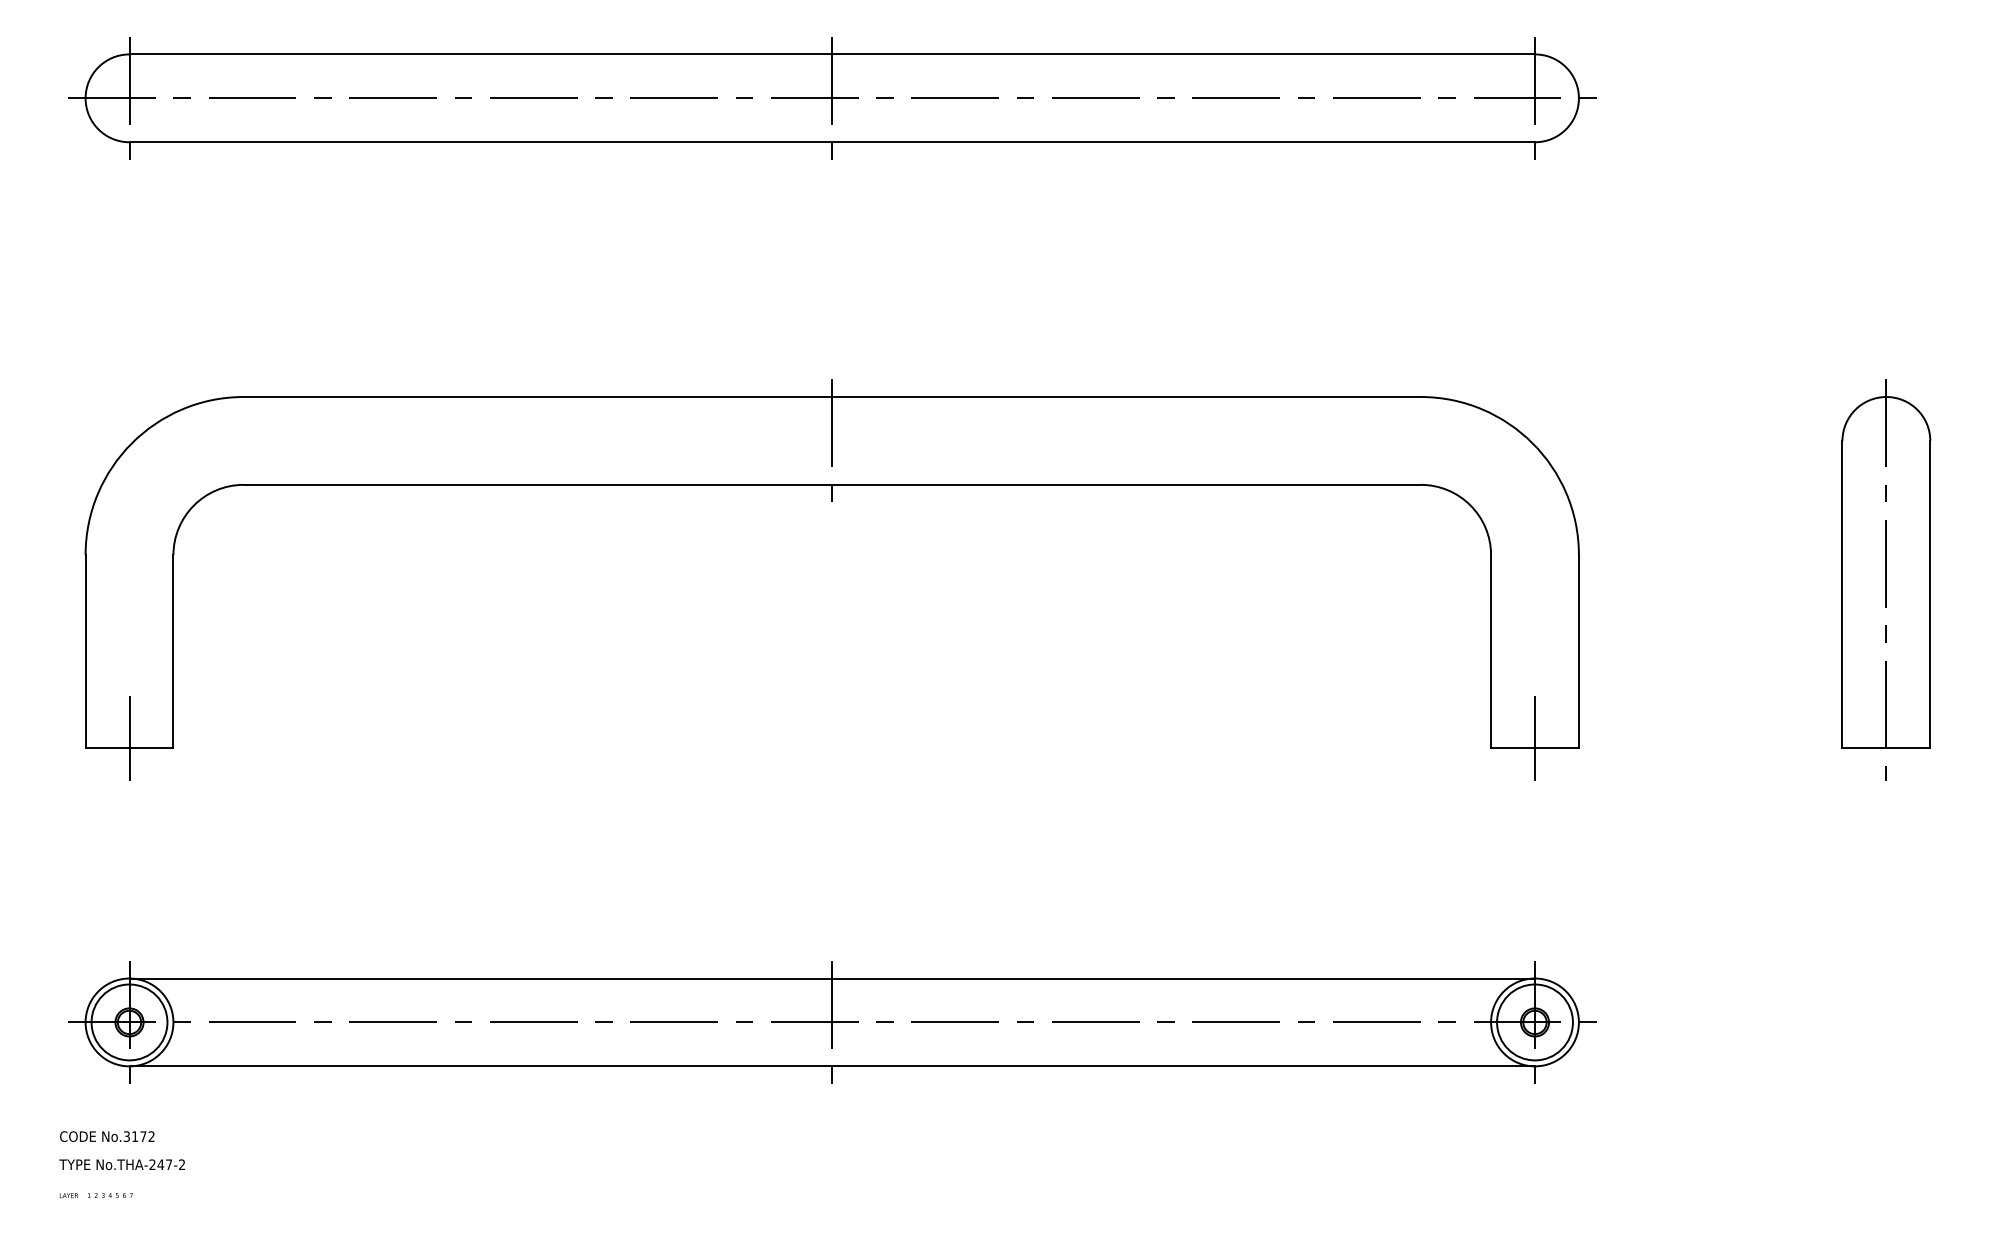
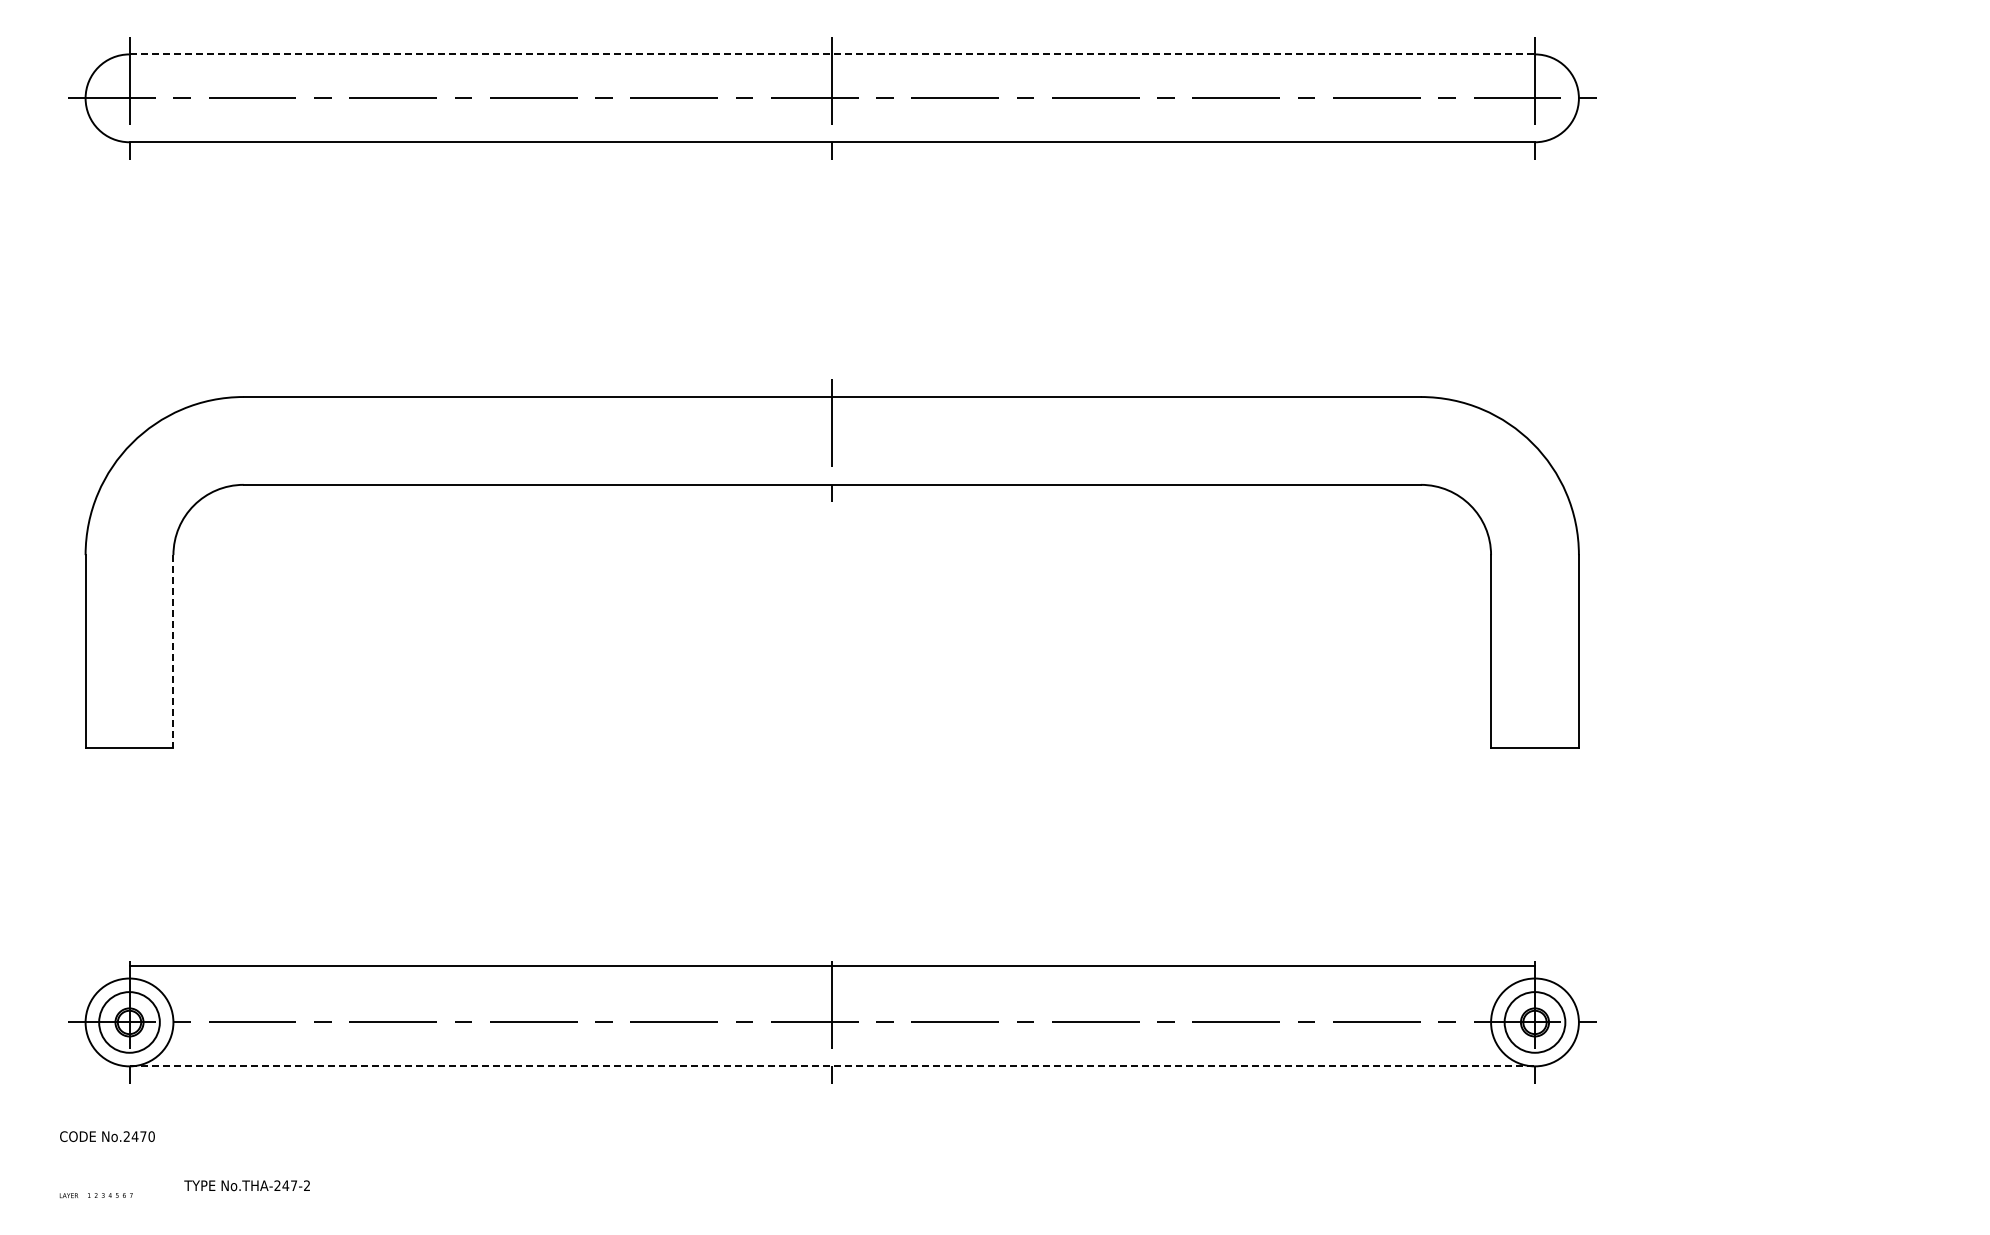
line at (832, 54): solid -> dashed
part at (1886, 579): present -> none
line at (173, 651): solid -> dashed
line at (129, 737): present -> none
line at (1535, 737): present -> none
line at (832, 978) position: (832, 978) -> (832, 965)
circle at (129, 1022) diameter: 76 px -> 61 px
circle at (1534, 1022) diameter: 76 px -> 61 px
line at (832, 1066): solid -> dashed
text at (138, 1136): No.3172 -> No.2470
text at (121, 1164) position: (121, 1164) -> (246, 1185)
